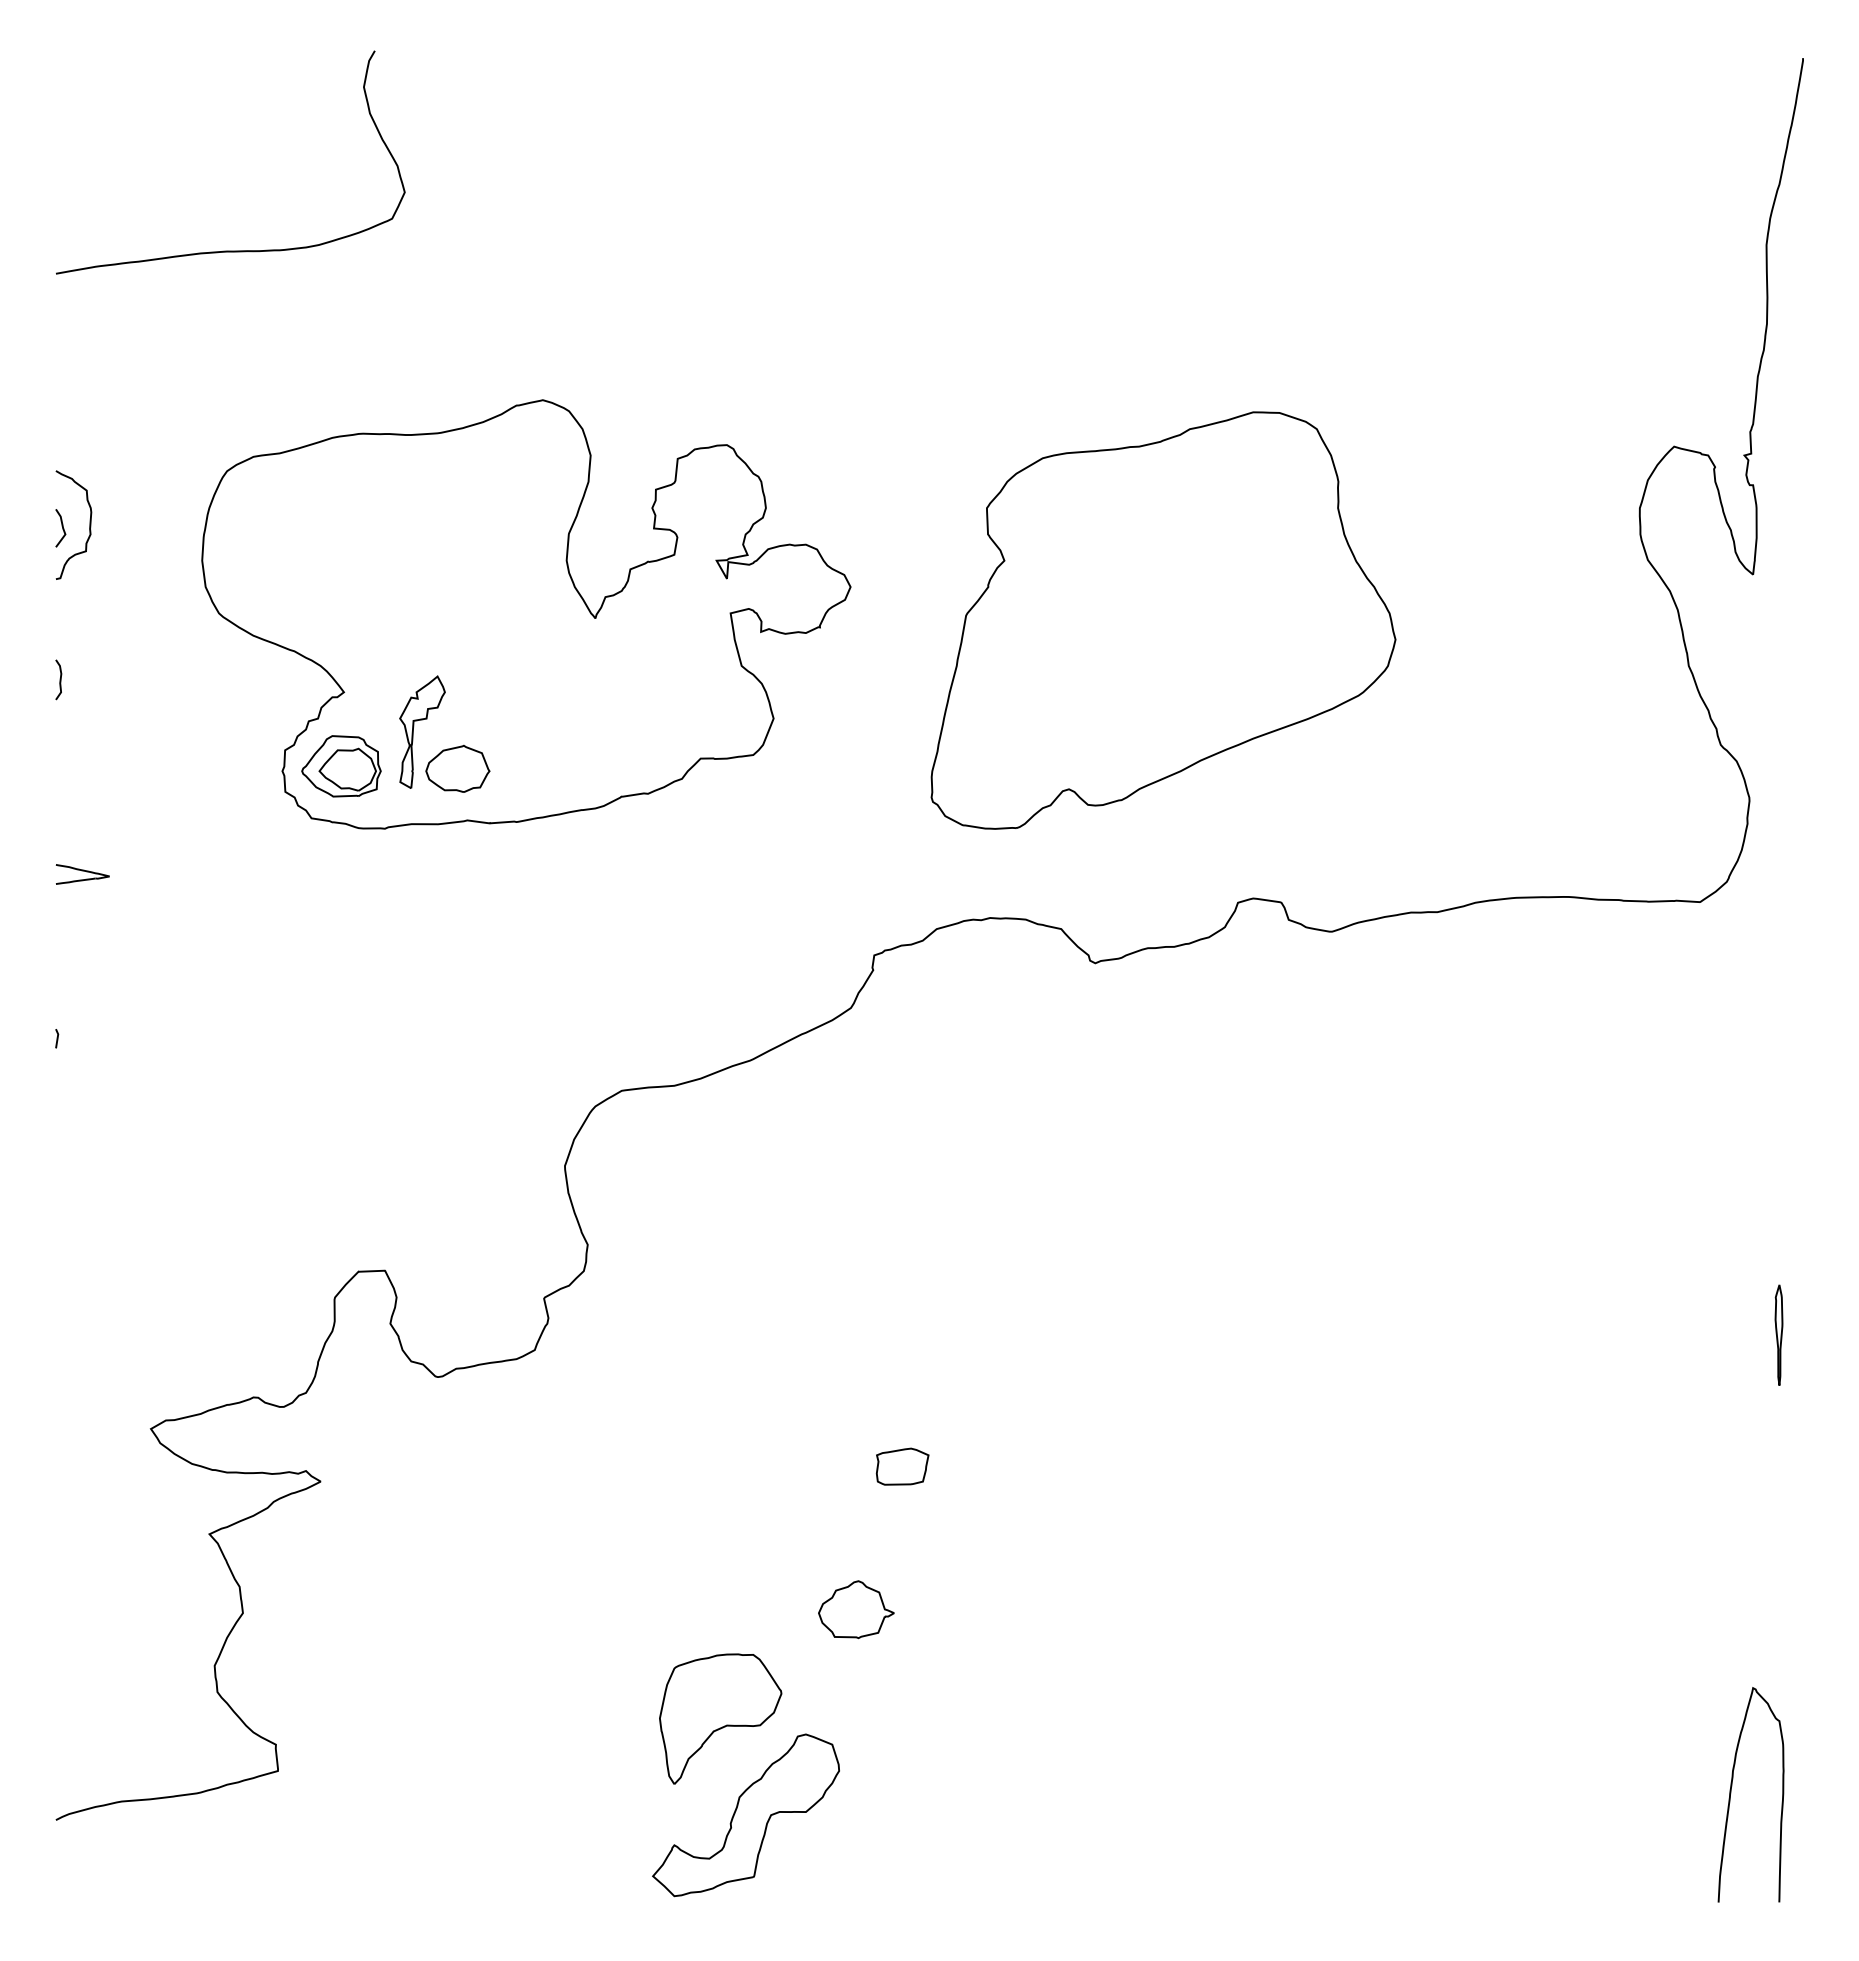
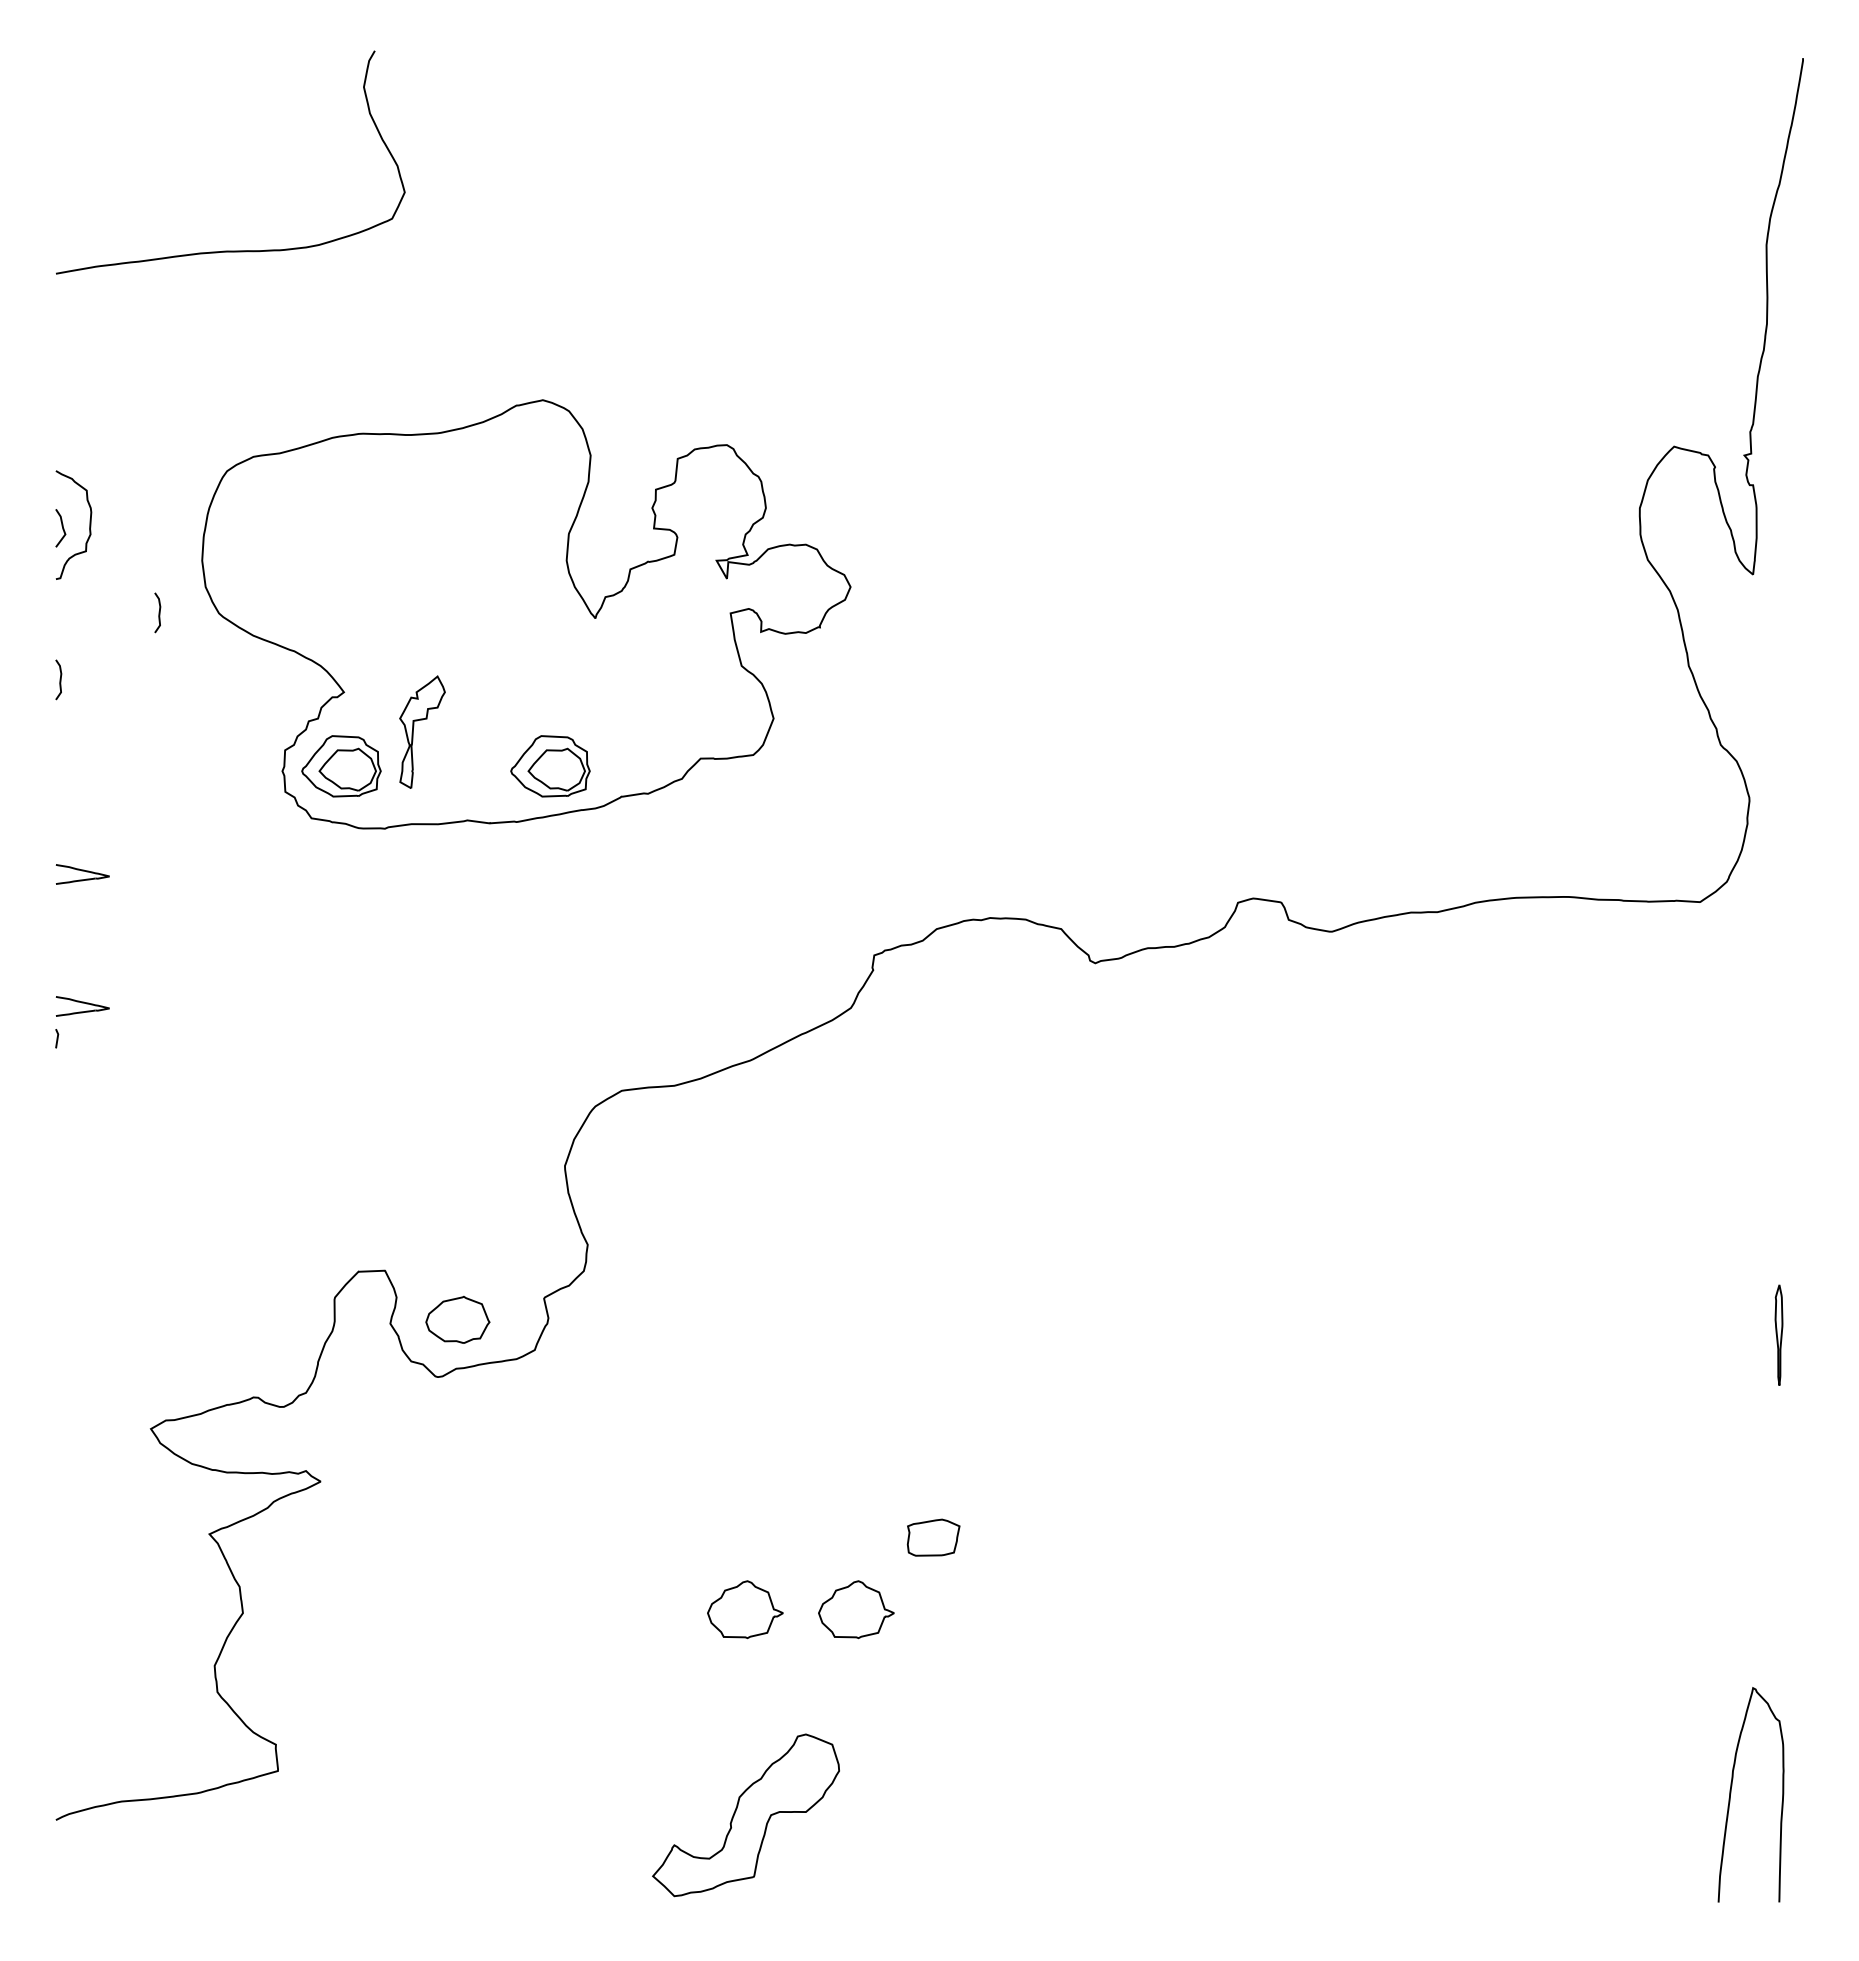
curve at (158, 612): none -> present
part at (1163, 620): present -> none
part at (550, 766): none -> present
part at (457, 768) position: (457, 768) -> (457, 1319)
part at (82, 1006): none -> present
part at (902, 1466) position: (902, 1466) -> (933, 1537)
part at (745, 1609): none -> present
part at (720, 1718): present -> none
